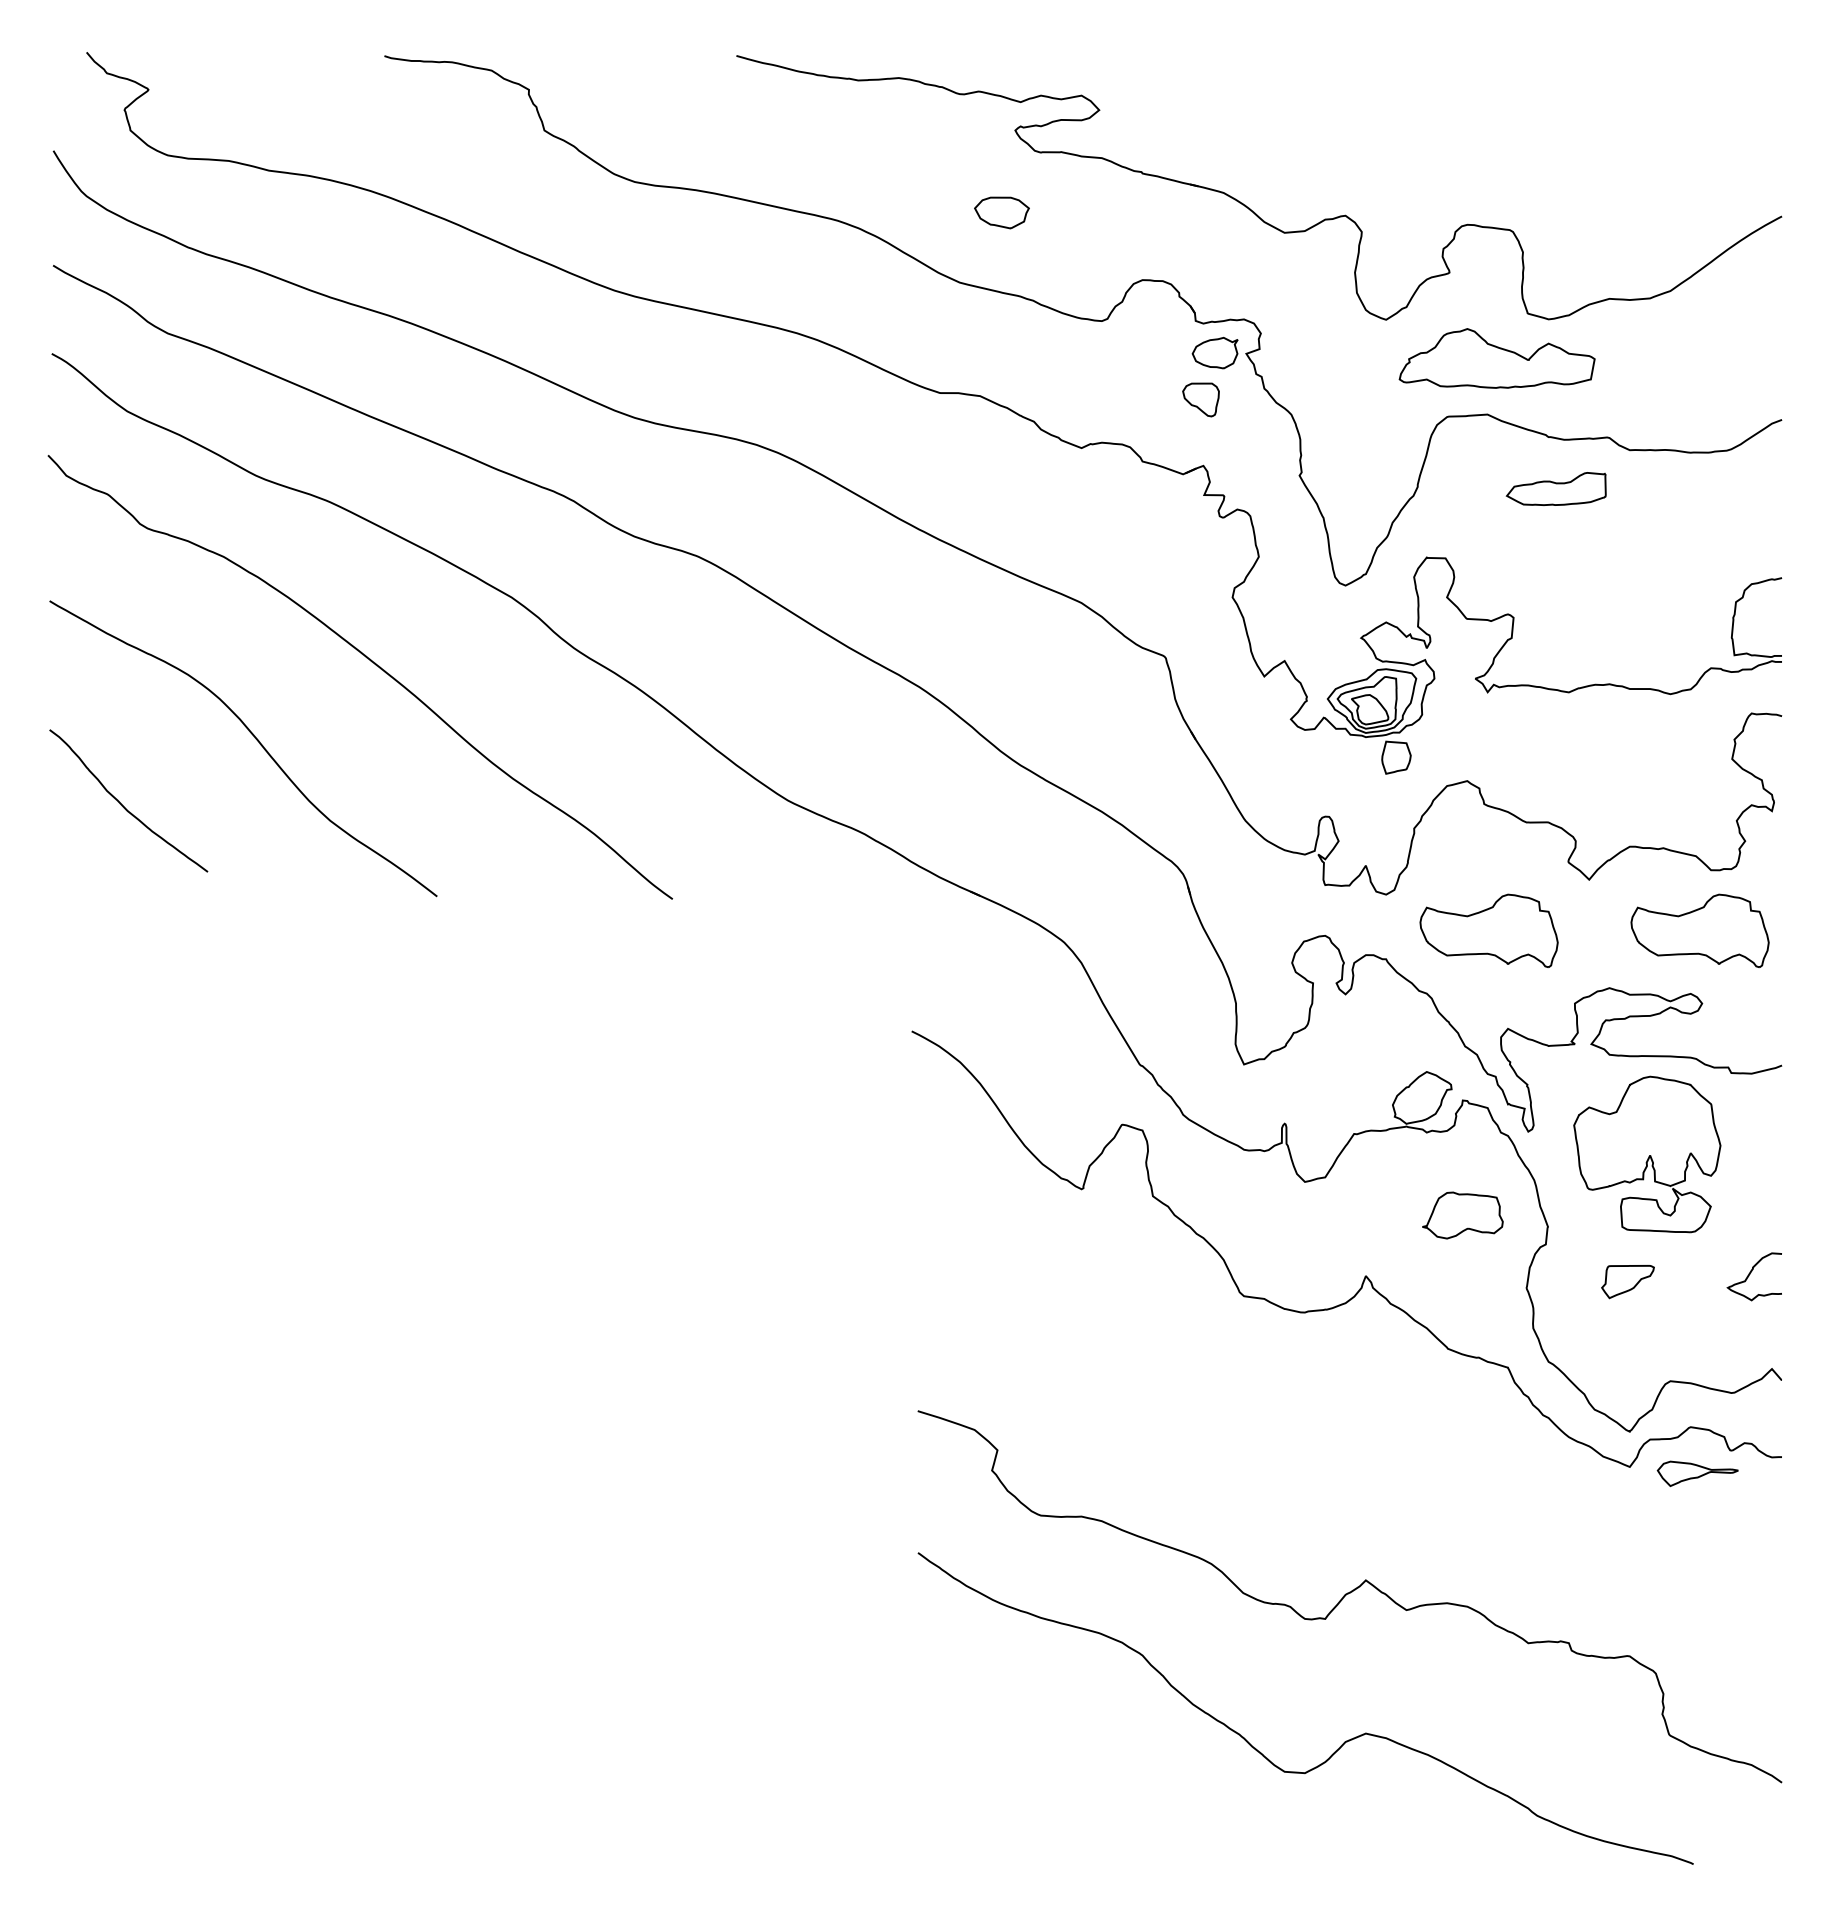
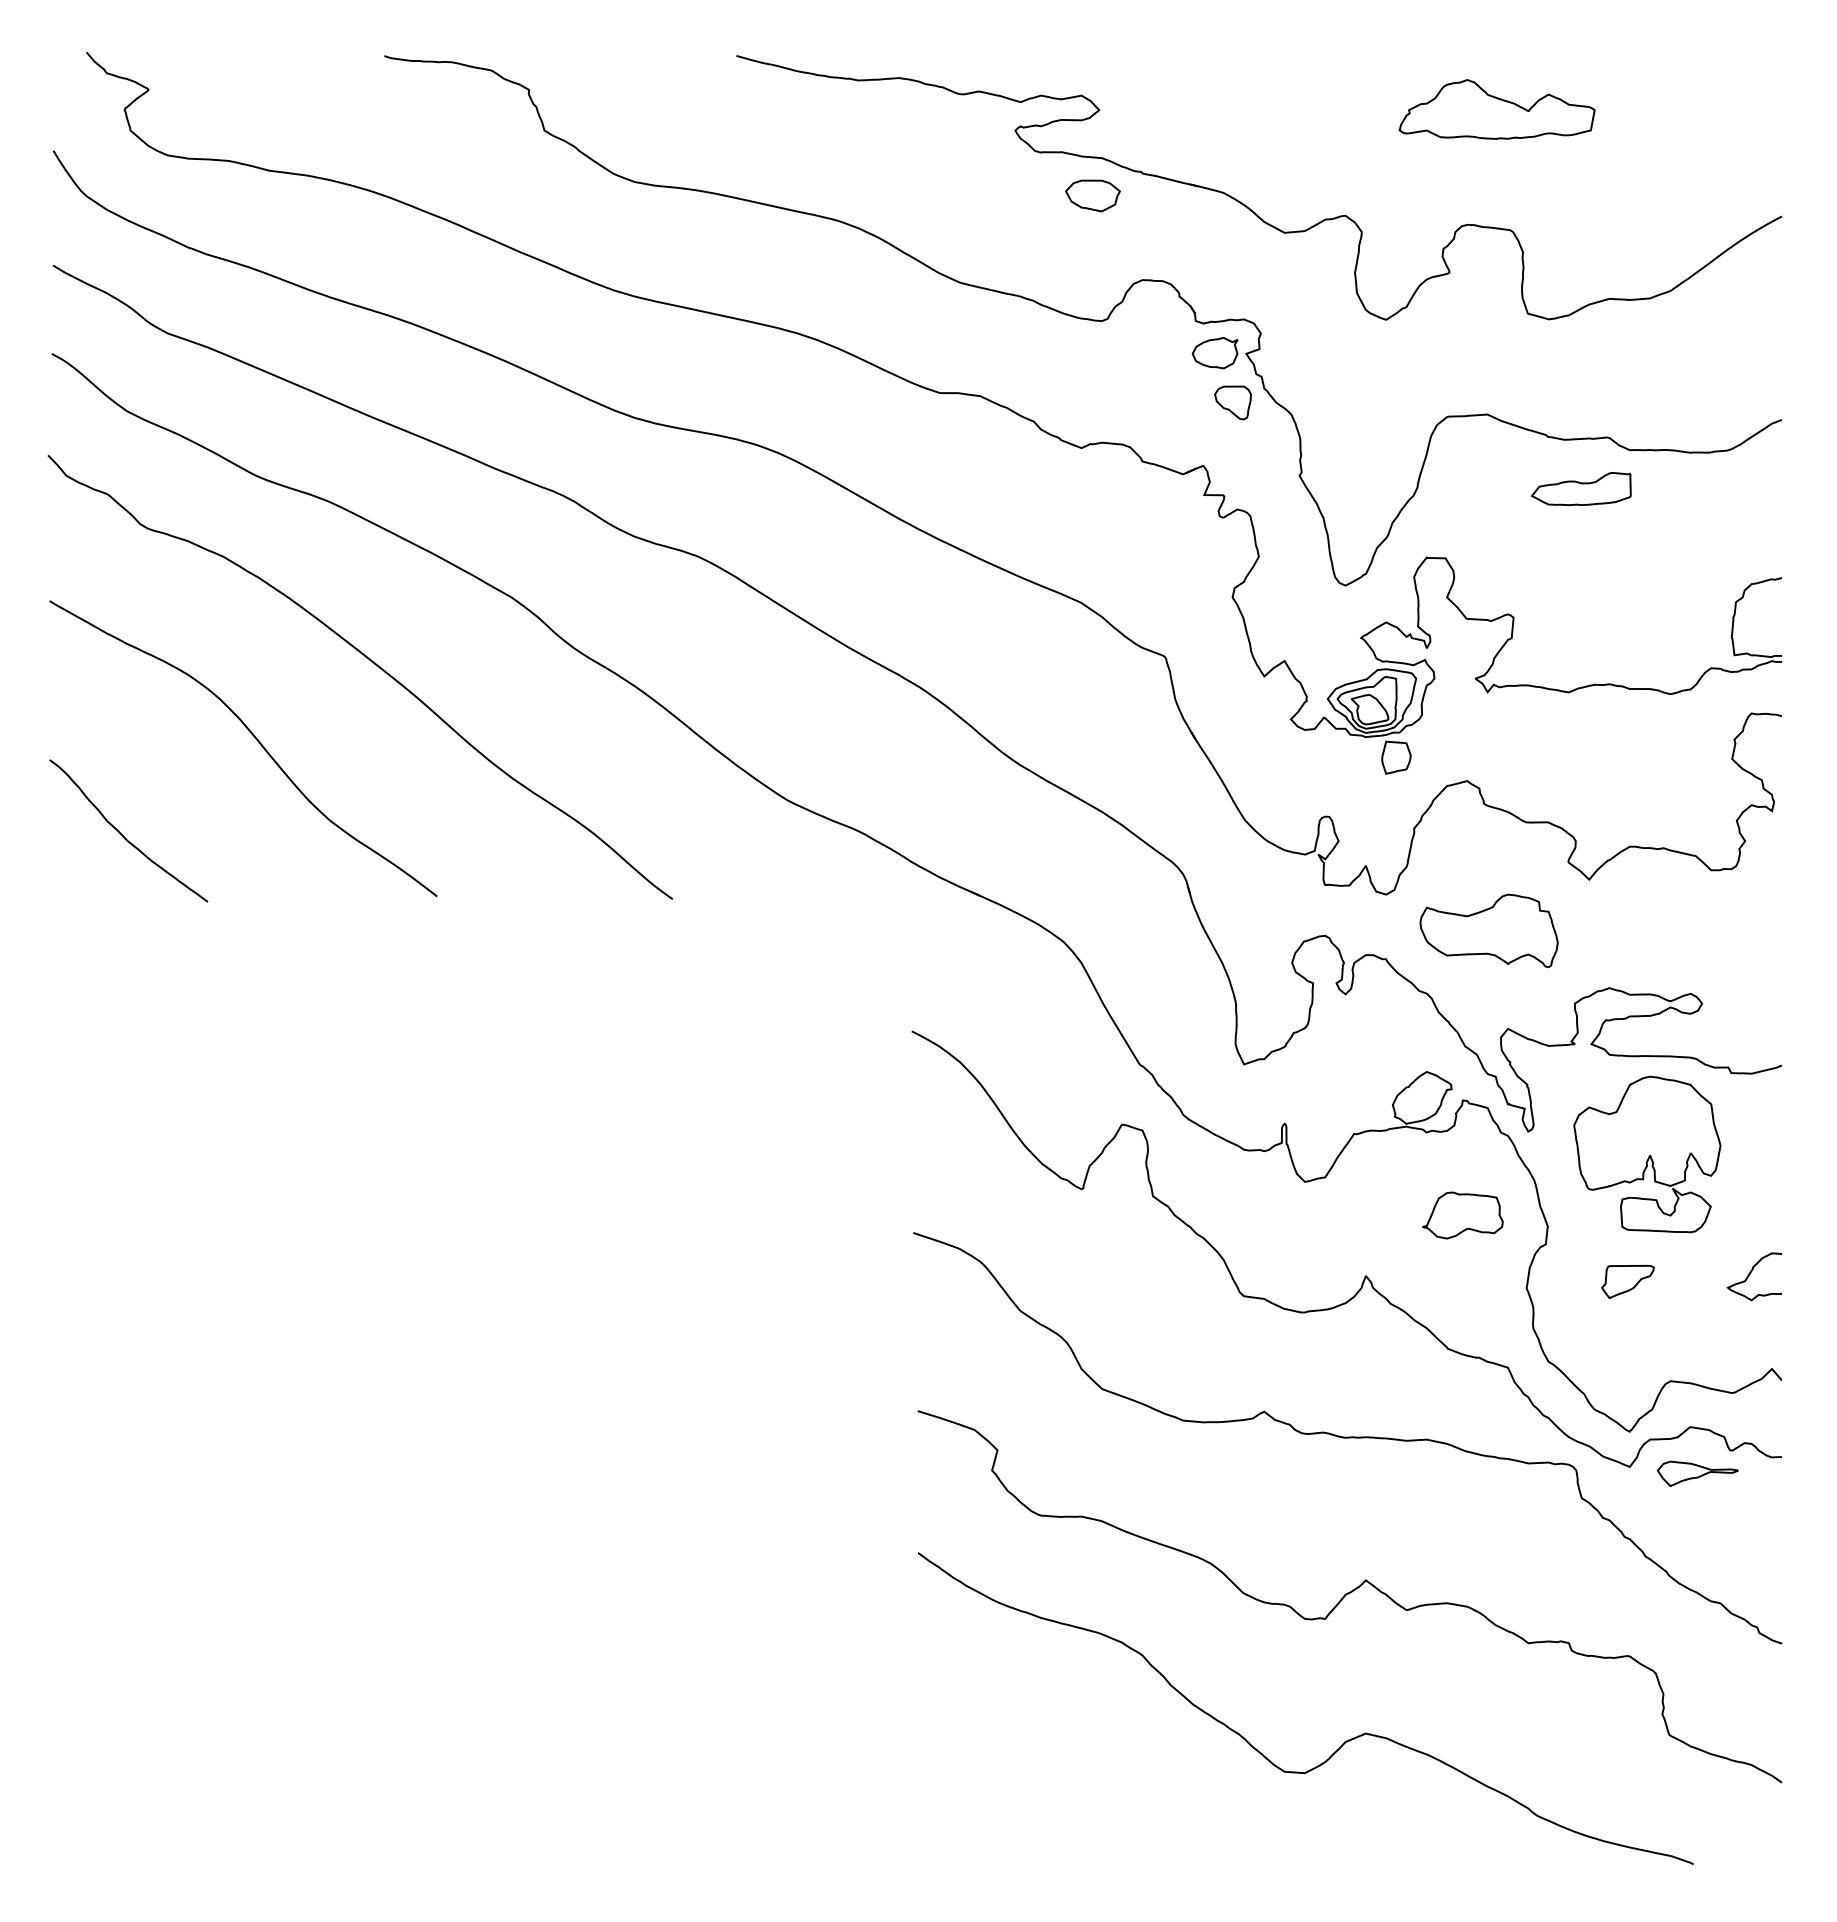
part at (1001, 212) position: (1001, 212) -> (1092, 195)
part at (1496, 358) position: (1496, 358) -> (1496, 109)
part at (1200, 399) position: (1200, 399) -> (1232, 402)
part at (1555, 488) position: (1555, 488) -> (1580, 488)
curve at (123, 805) position: (123, 805) -> (123, 835)
part at (1699, 930): present -> none
curve at (1347, 1438): none -> present
